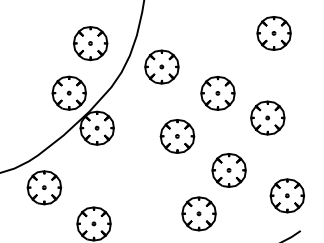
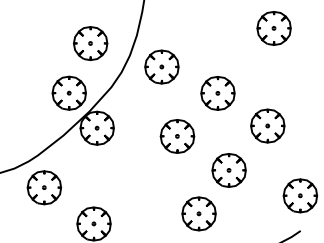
part at (273, 33) position: (273, 33) -> (273, 28)
part at (267, 117) position: (267, 117) -> (267, 125)
part at (287, 195) position: (287, 195) -> (300, 195)
